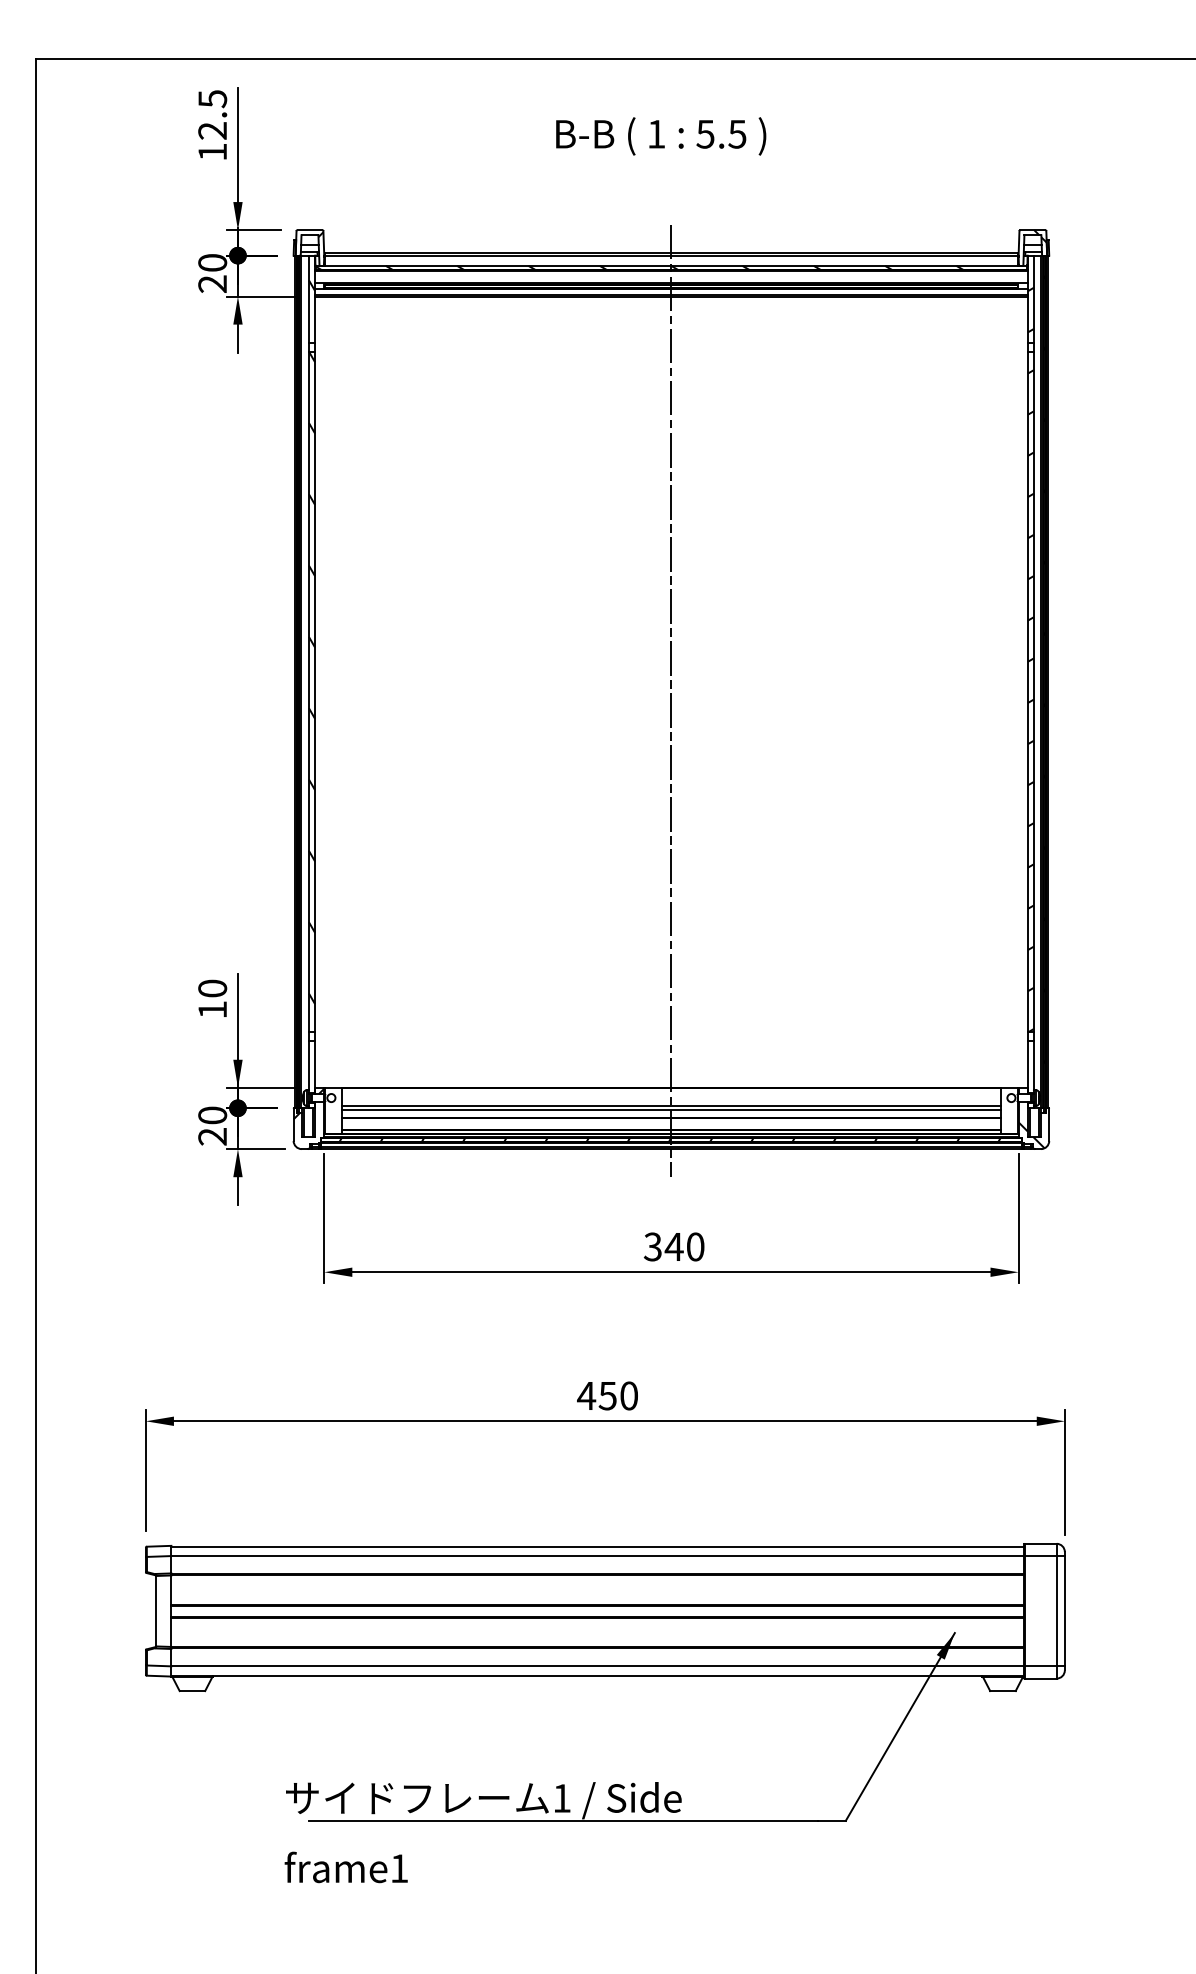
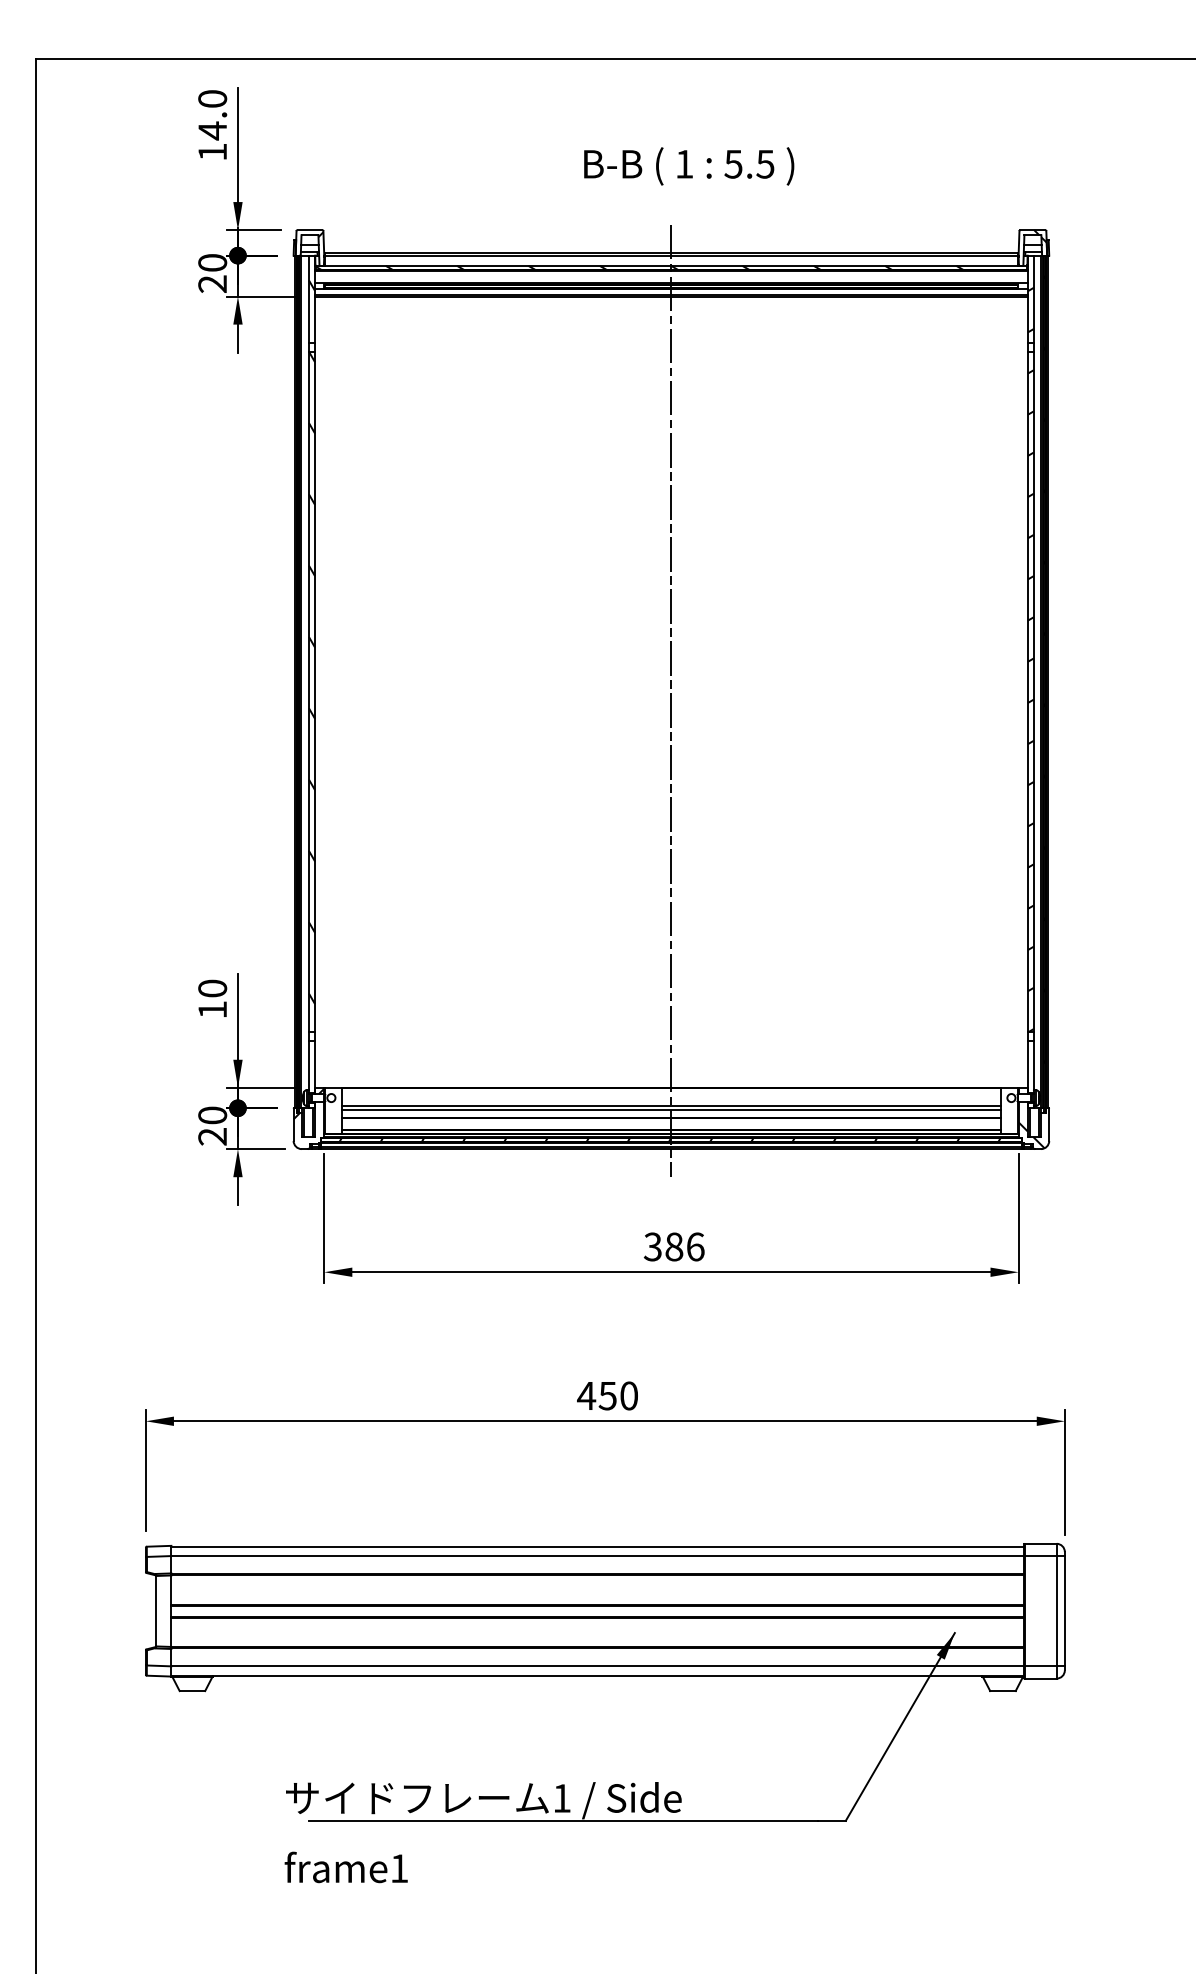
text at (212, 115): 12.5 -> 14.0
text at (661, 136) position: (661, 136) -> (689, 166)
text at (684, 1246): 340 -> 386
